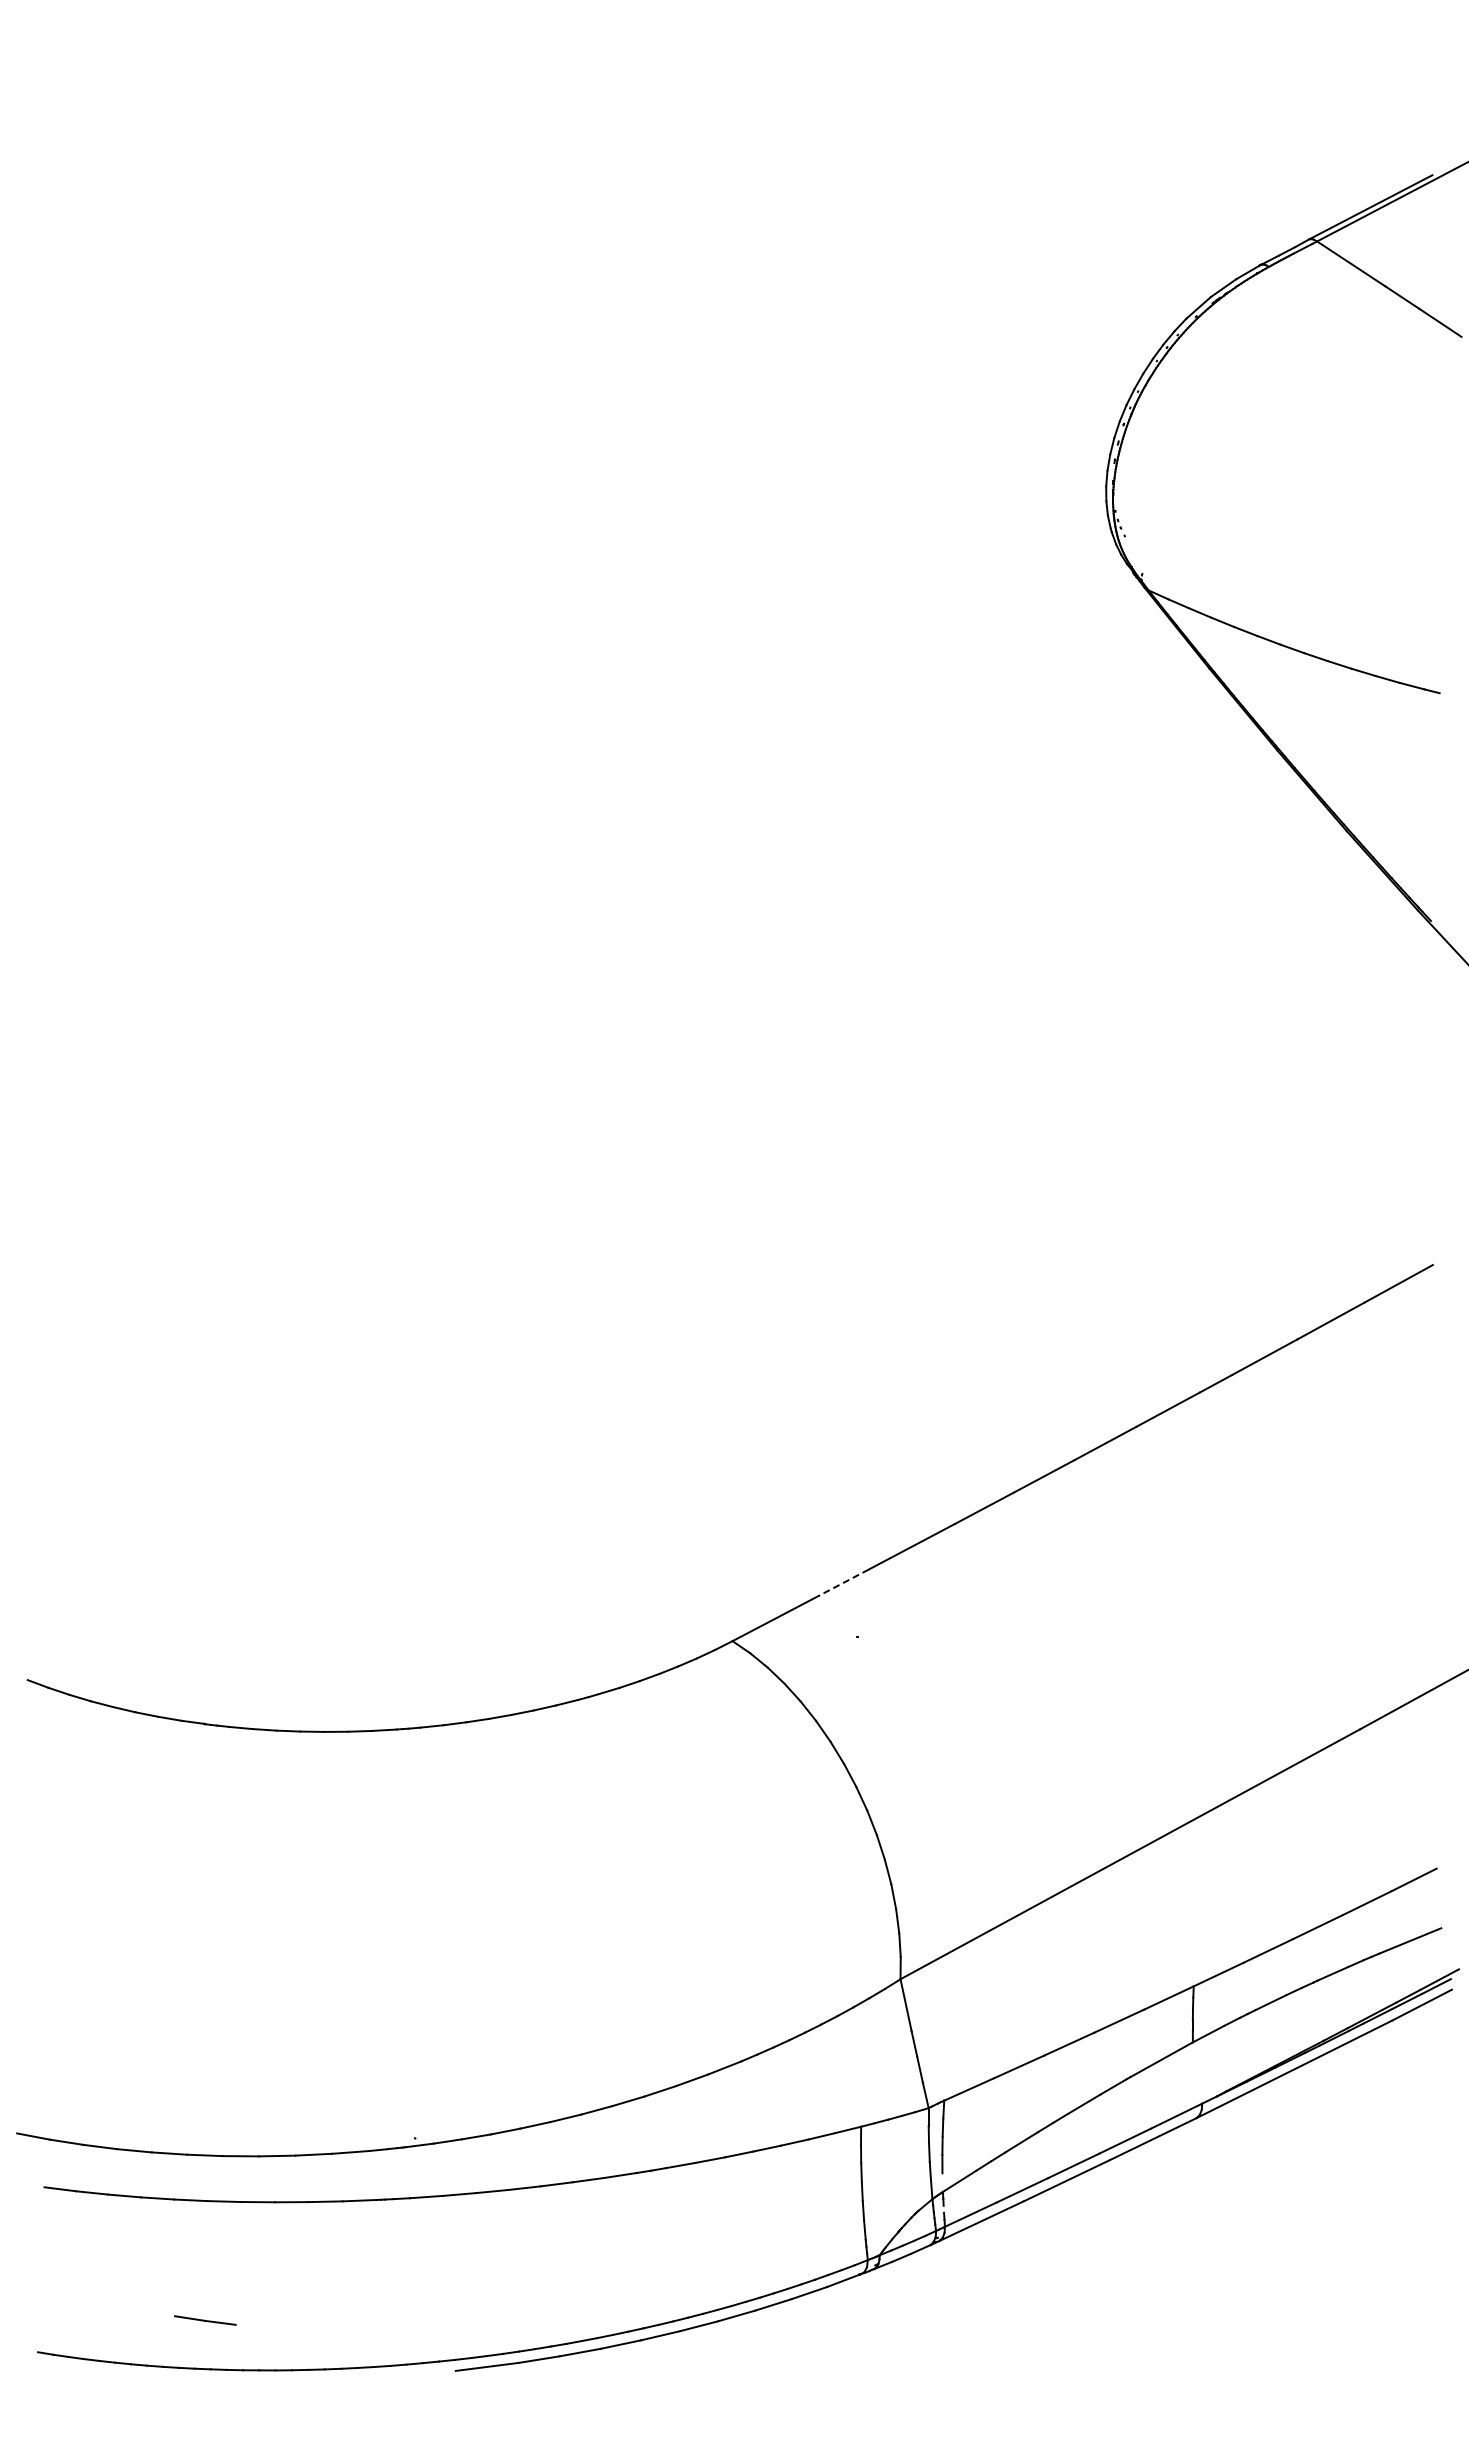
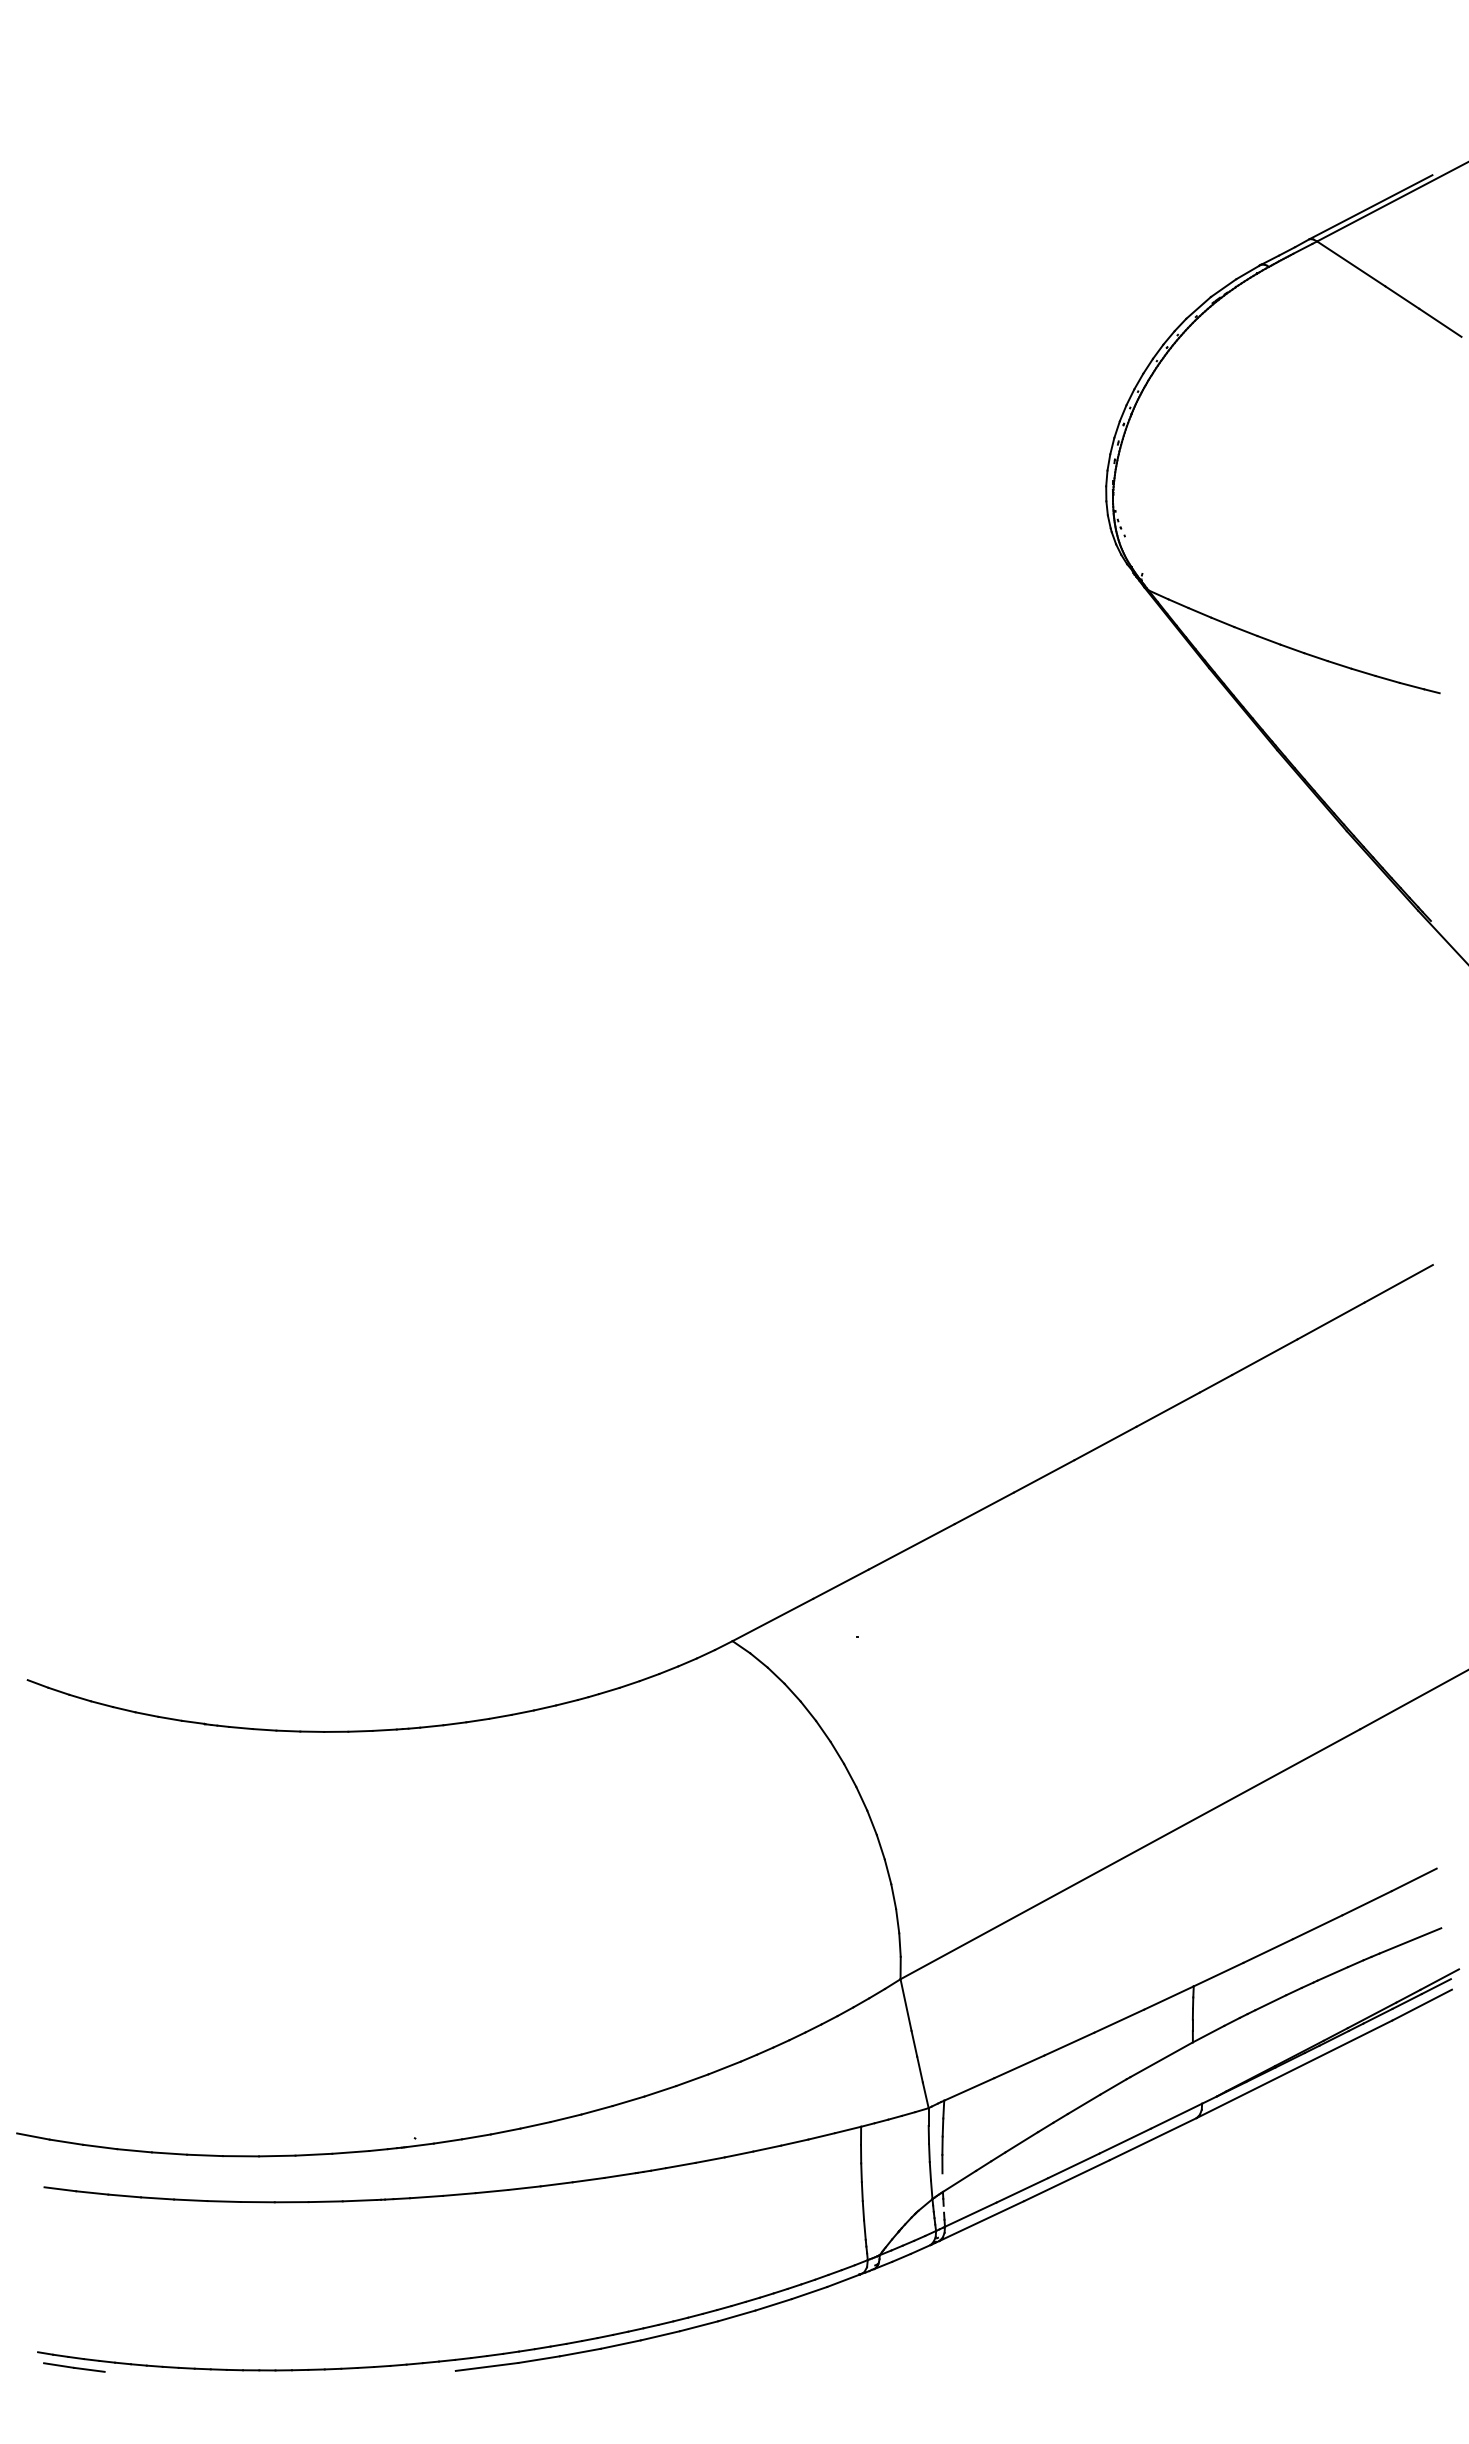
line at (840, 1584): dashed -> solid
line at (205, 2320) position: (205, 2320) -> (74, 2367)
